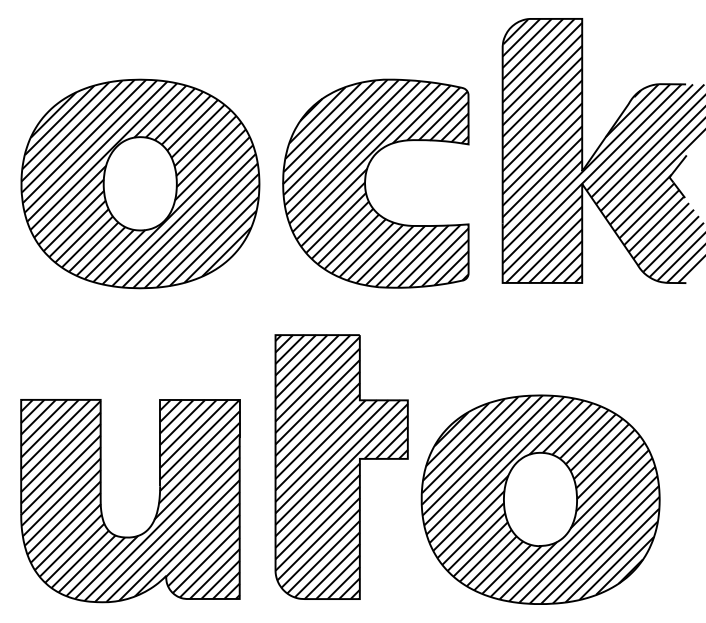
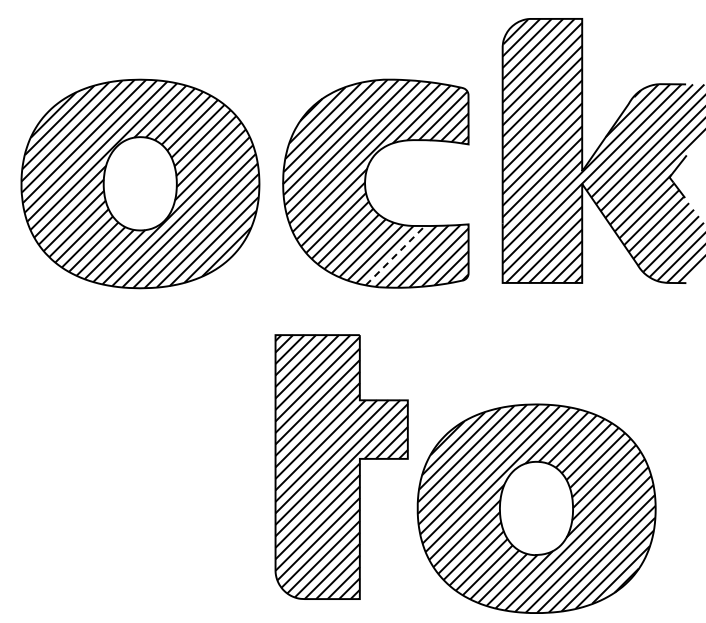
line at (395, 255): solid -> dashed
part at (540, 499) position: (540, 499) -> (536, 508)
part at (156, 509): present -> none
